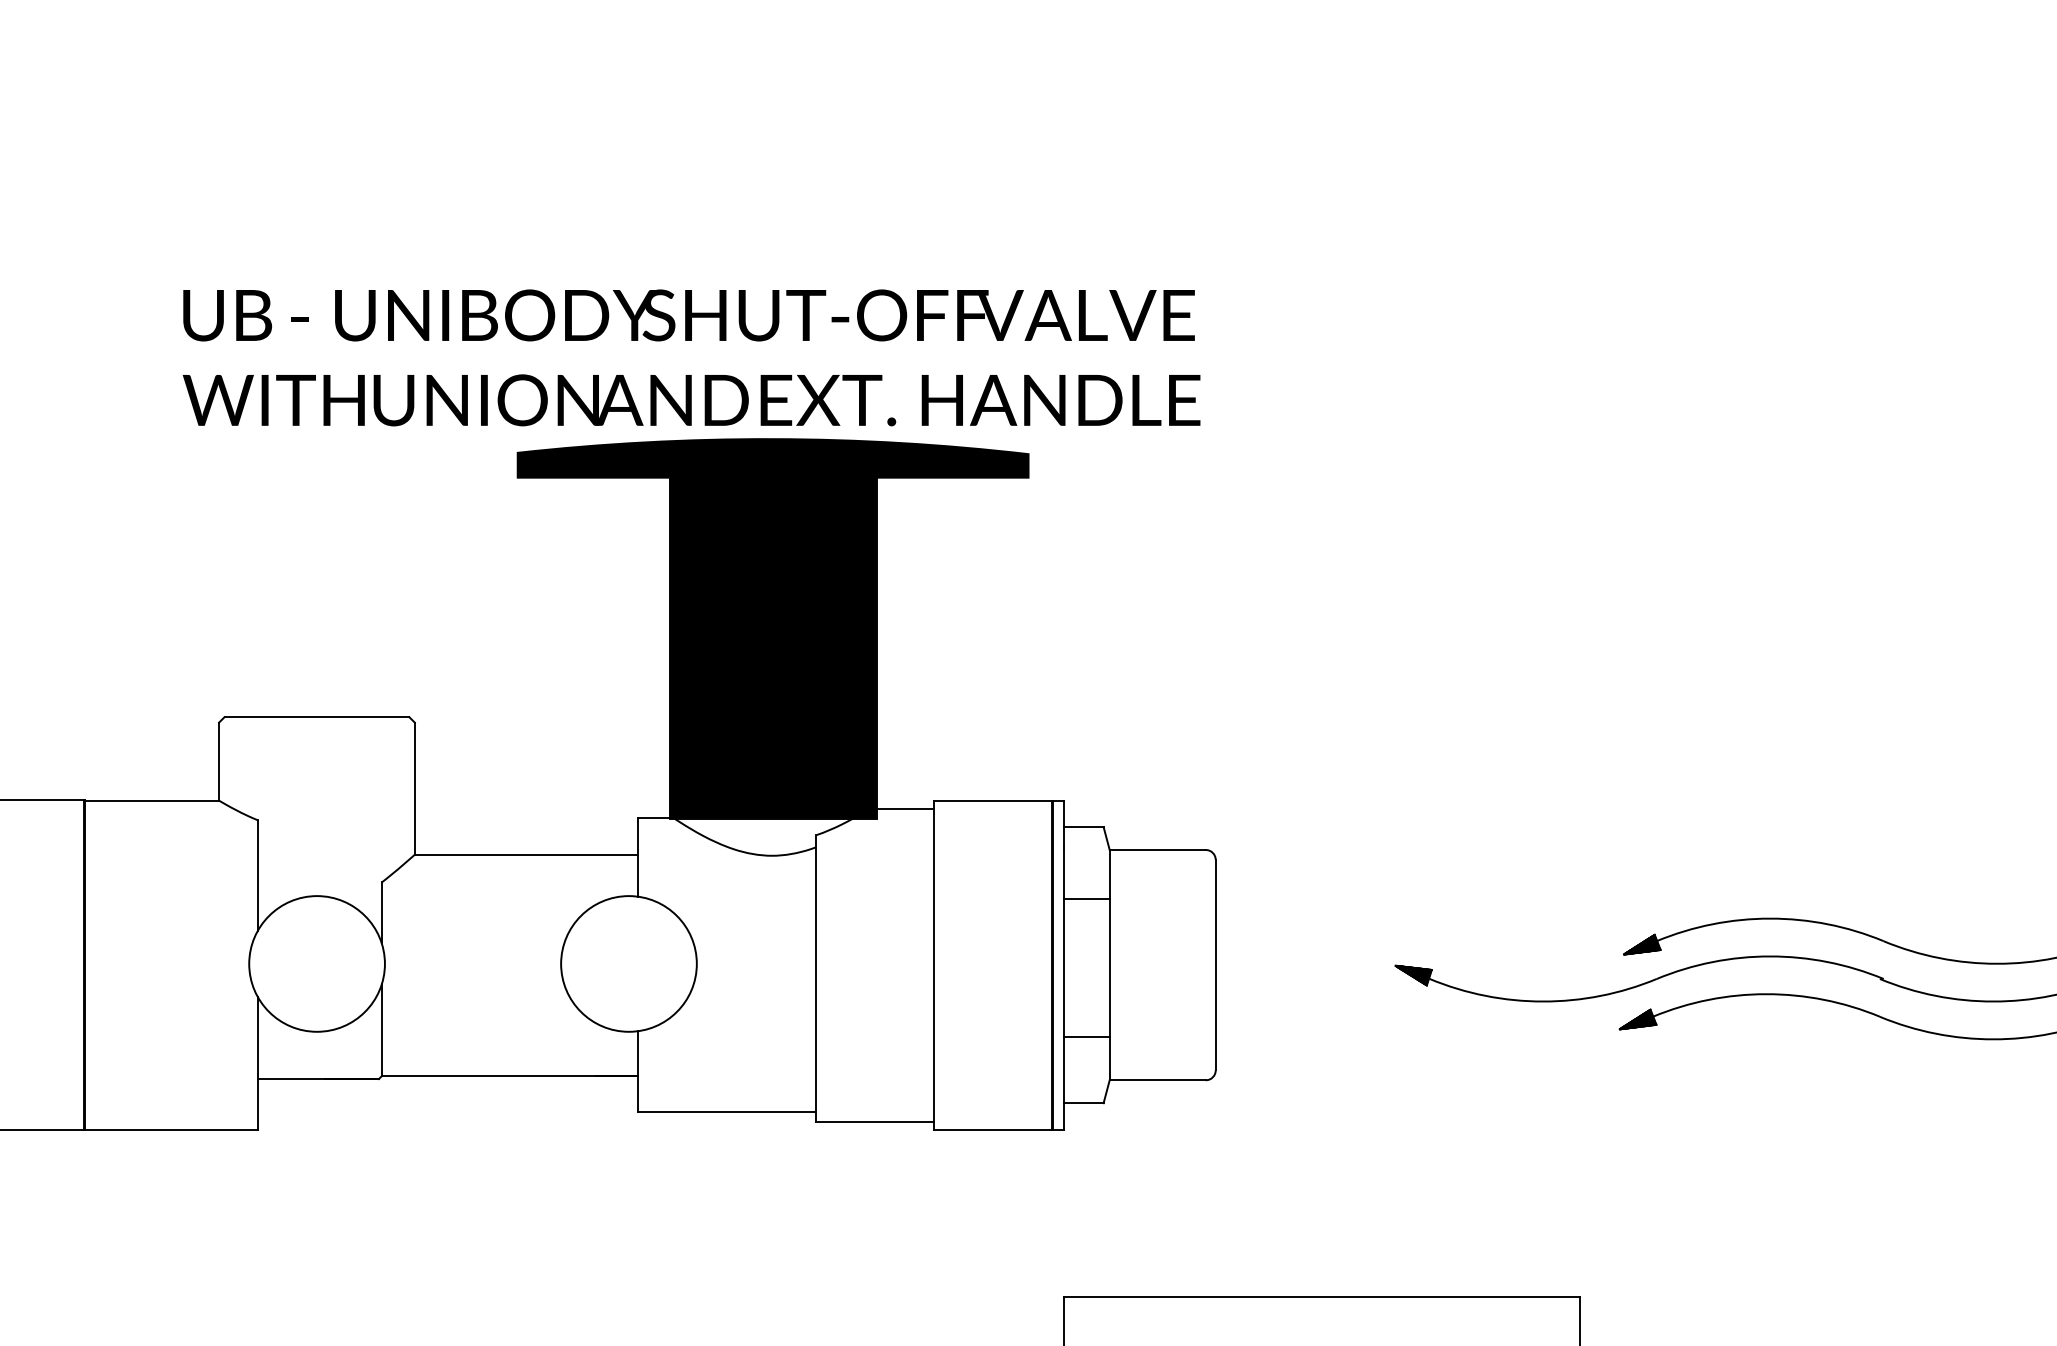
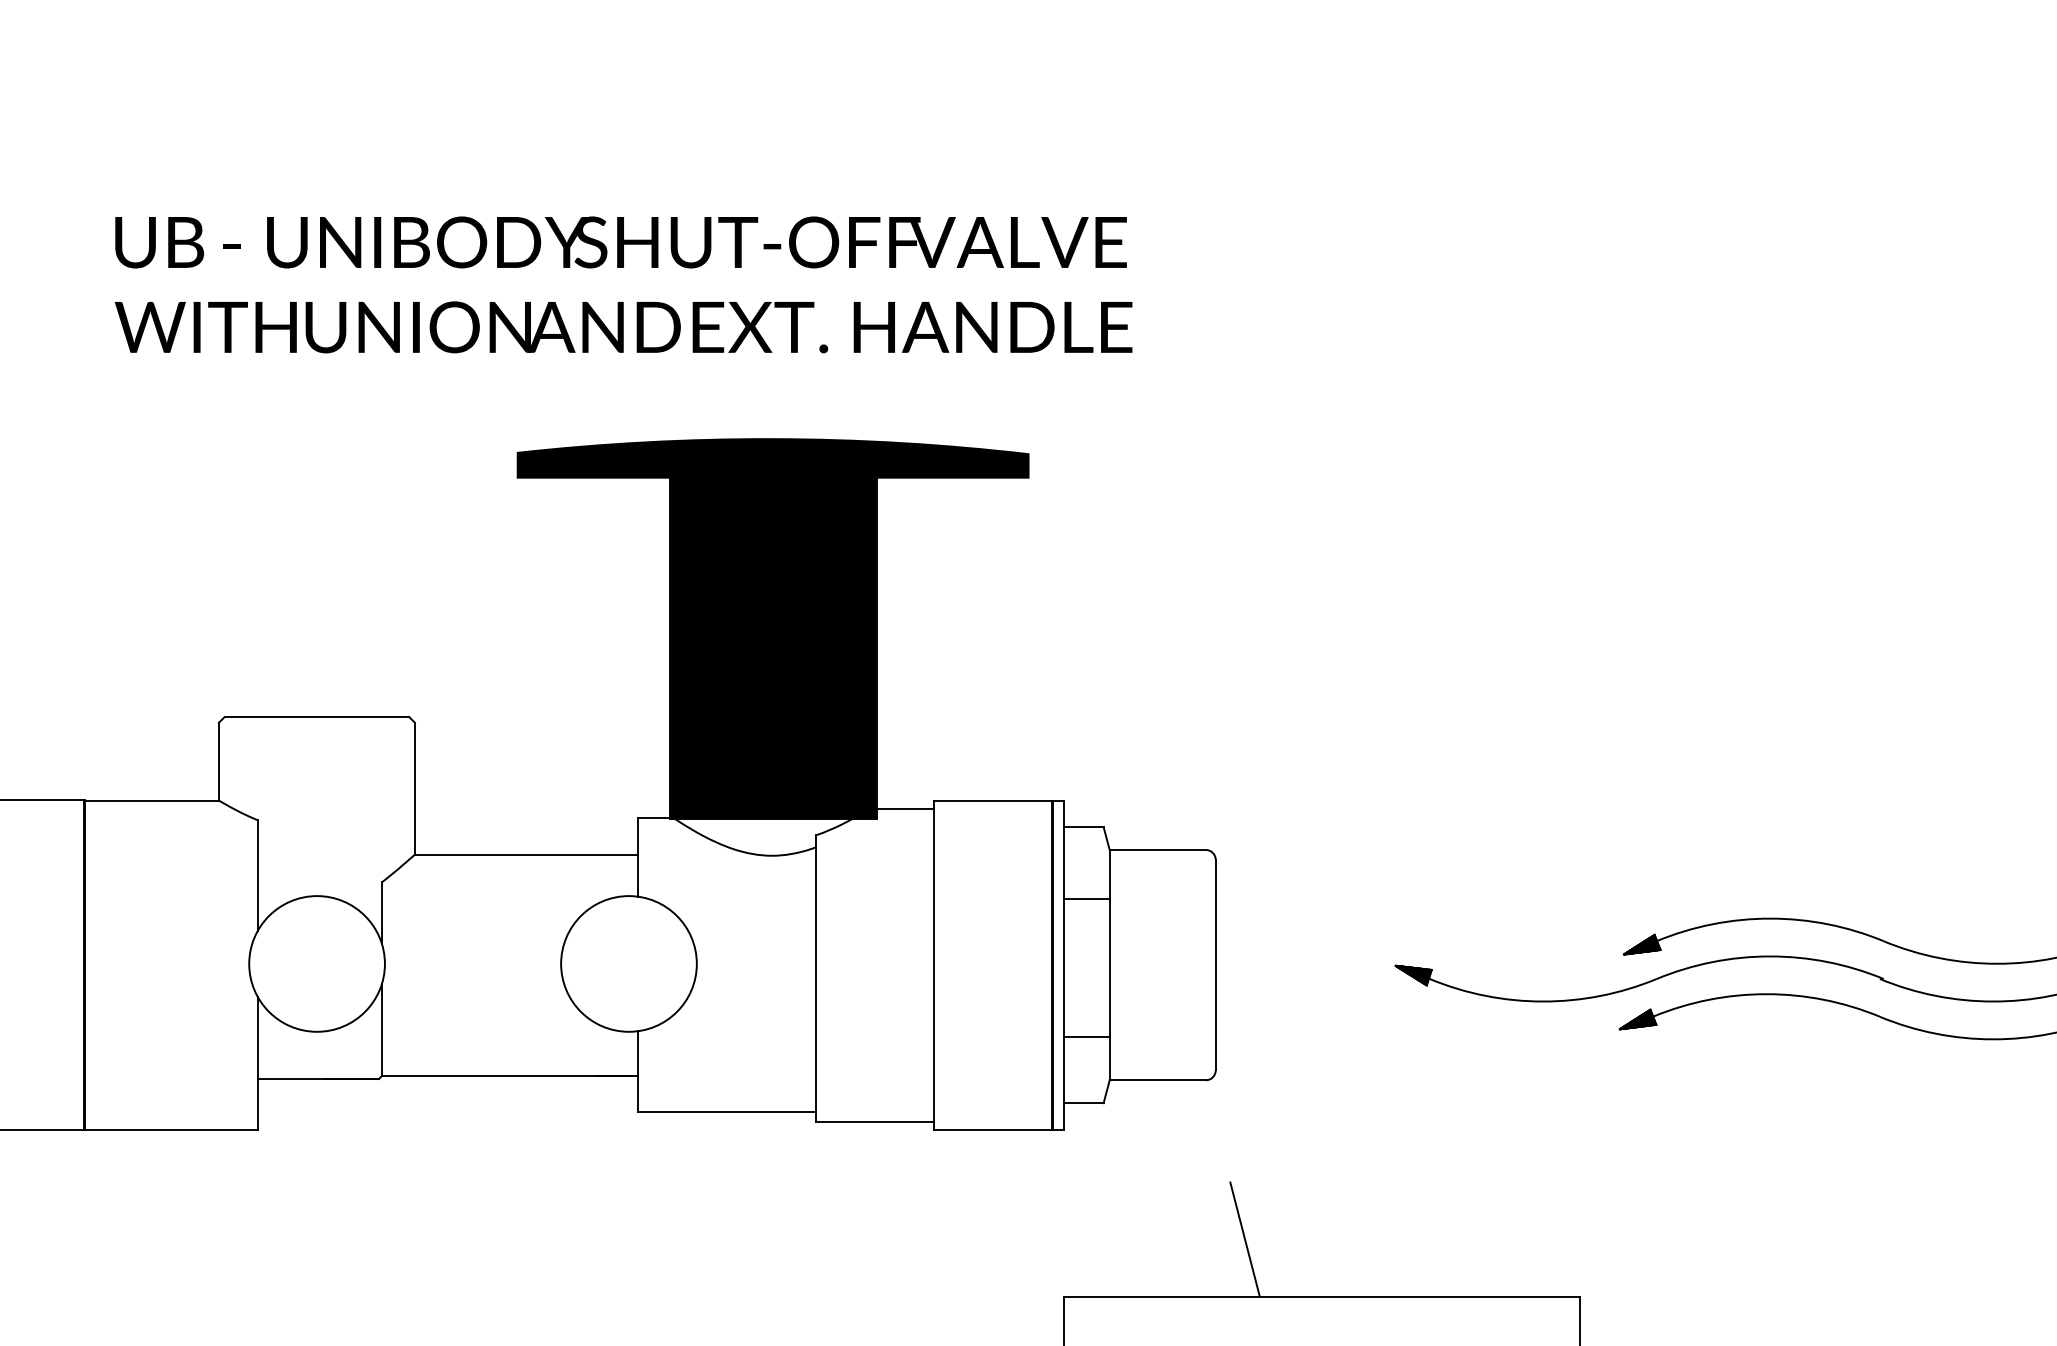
text at (691, 357) position: (691, 357) -> (623, 284)
line at (1244, 1238): none -> present
